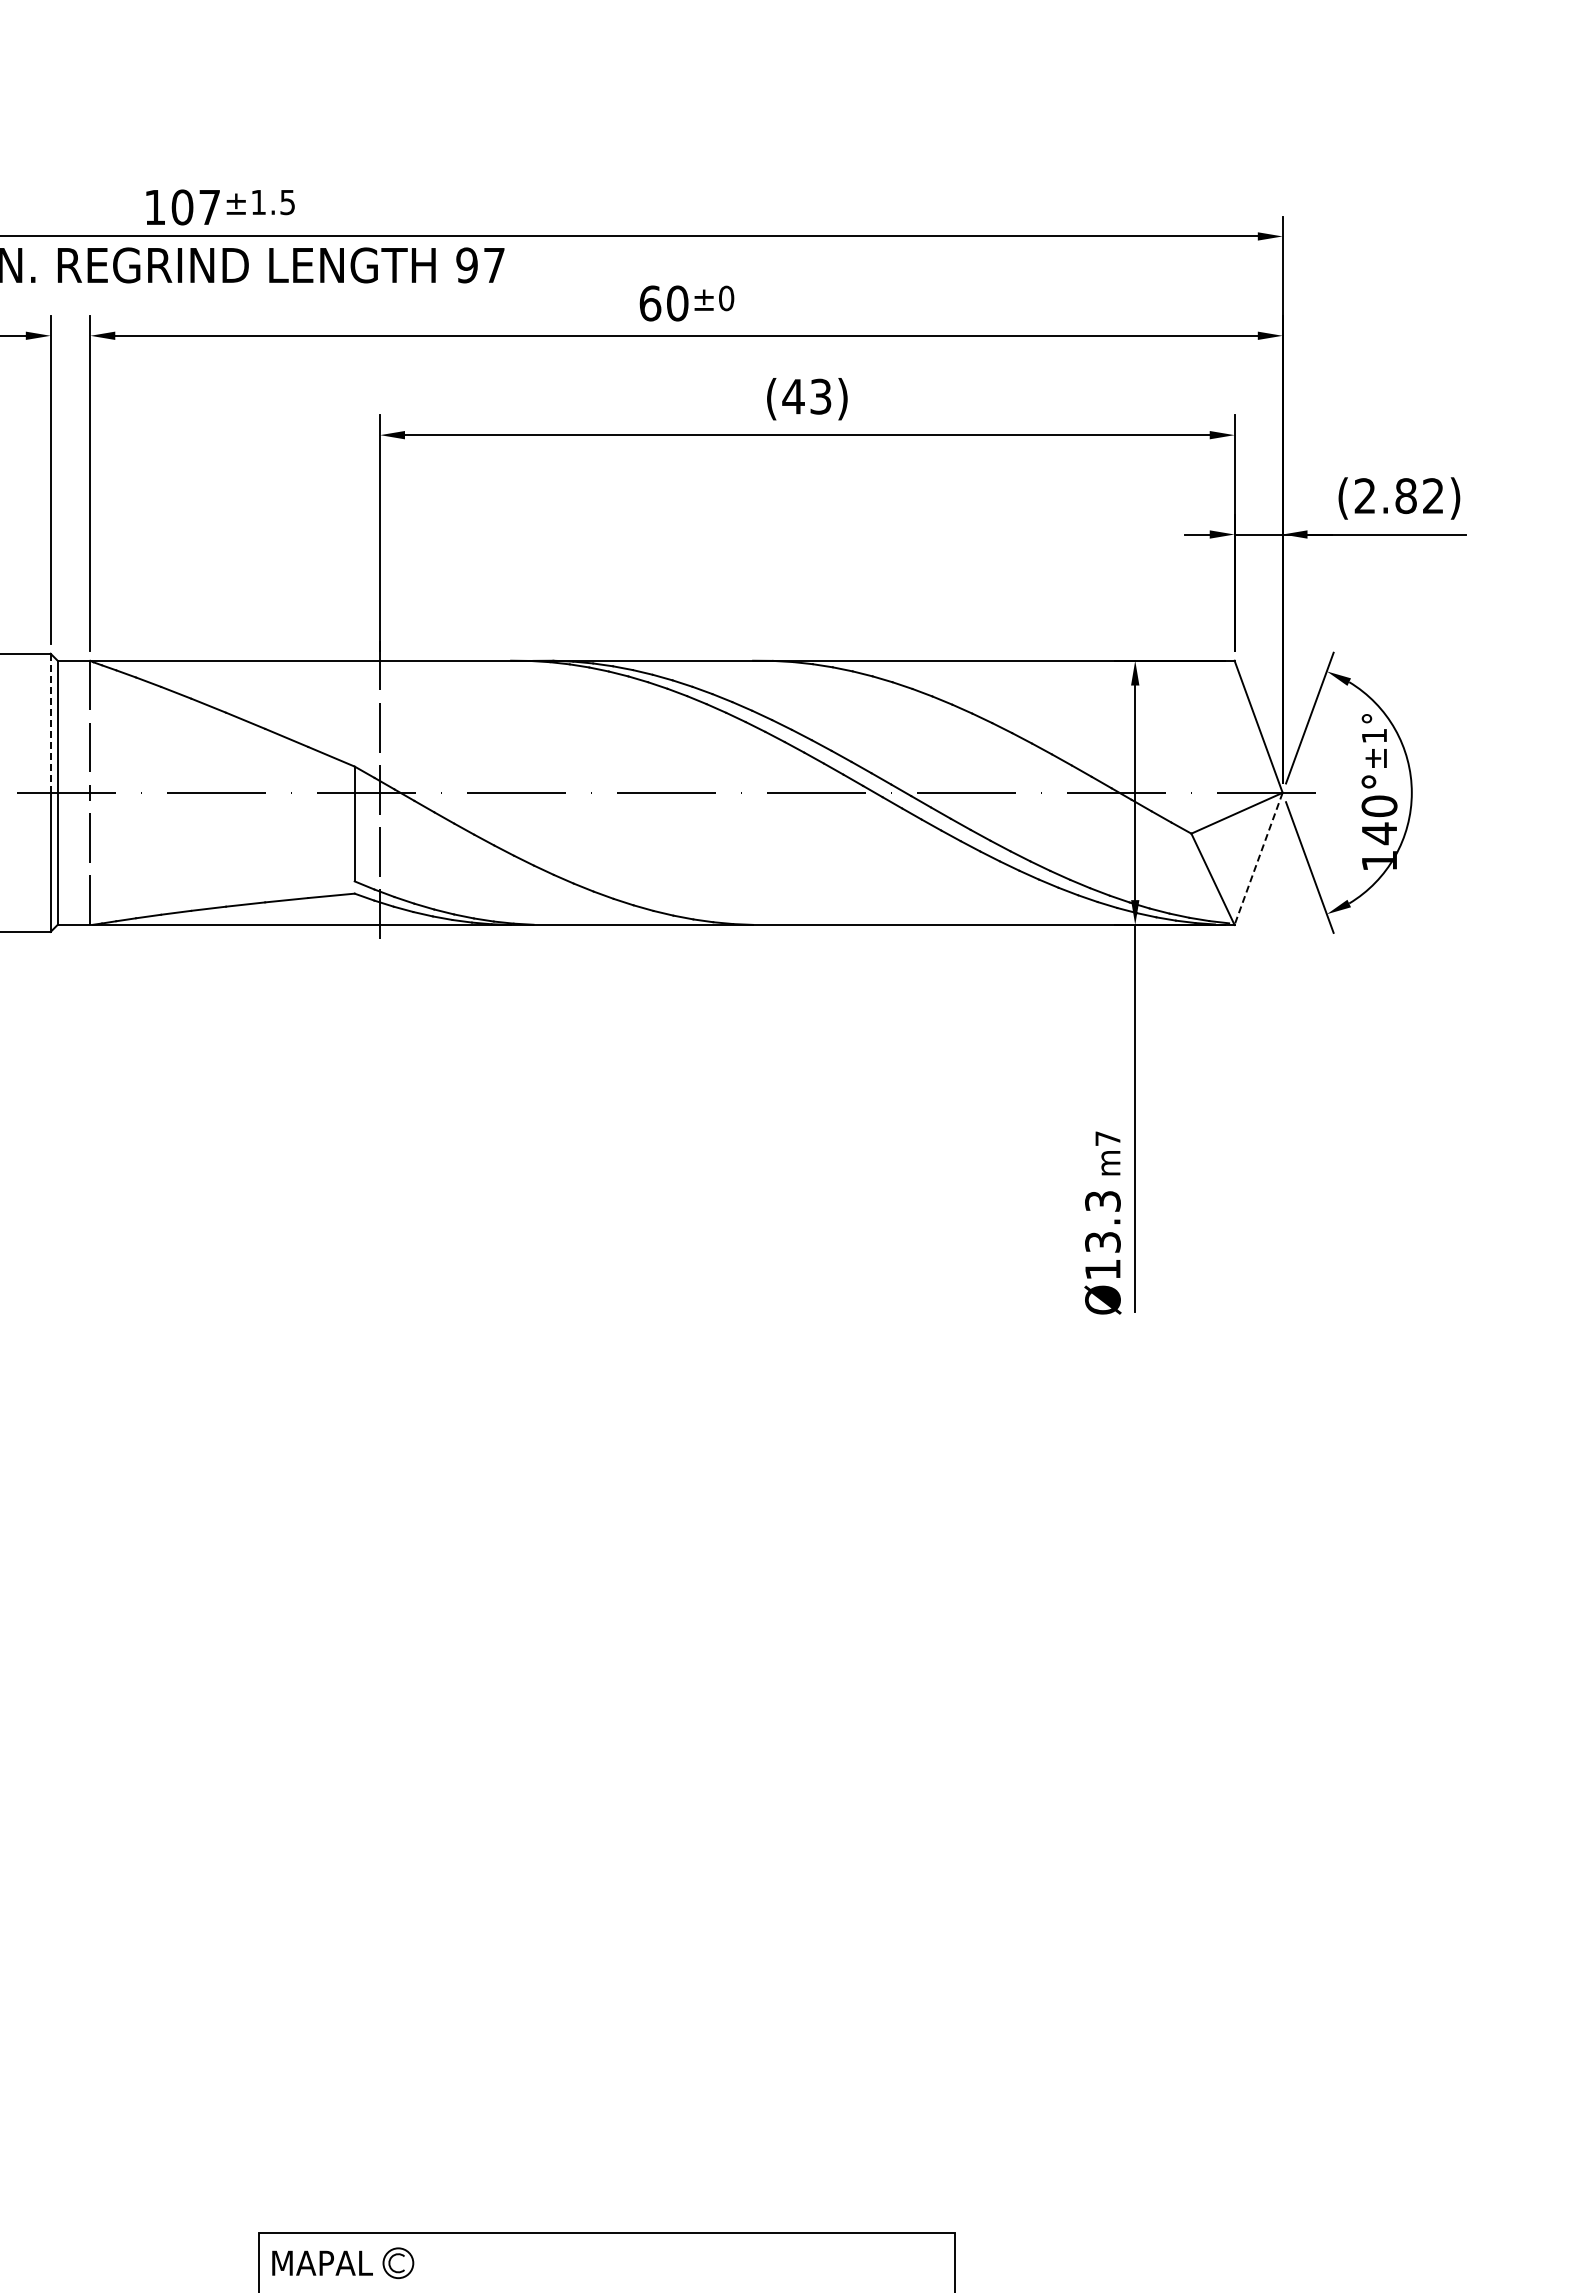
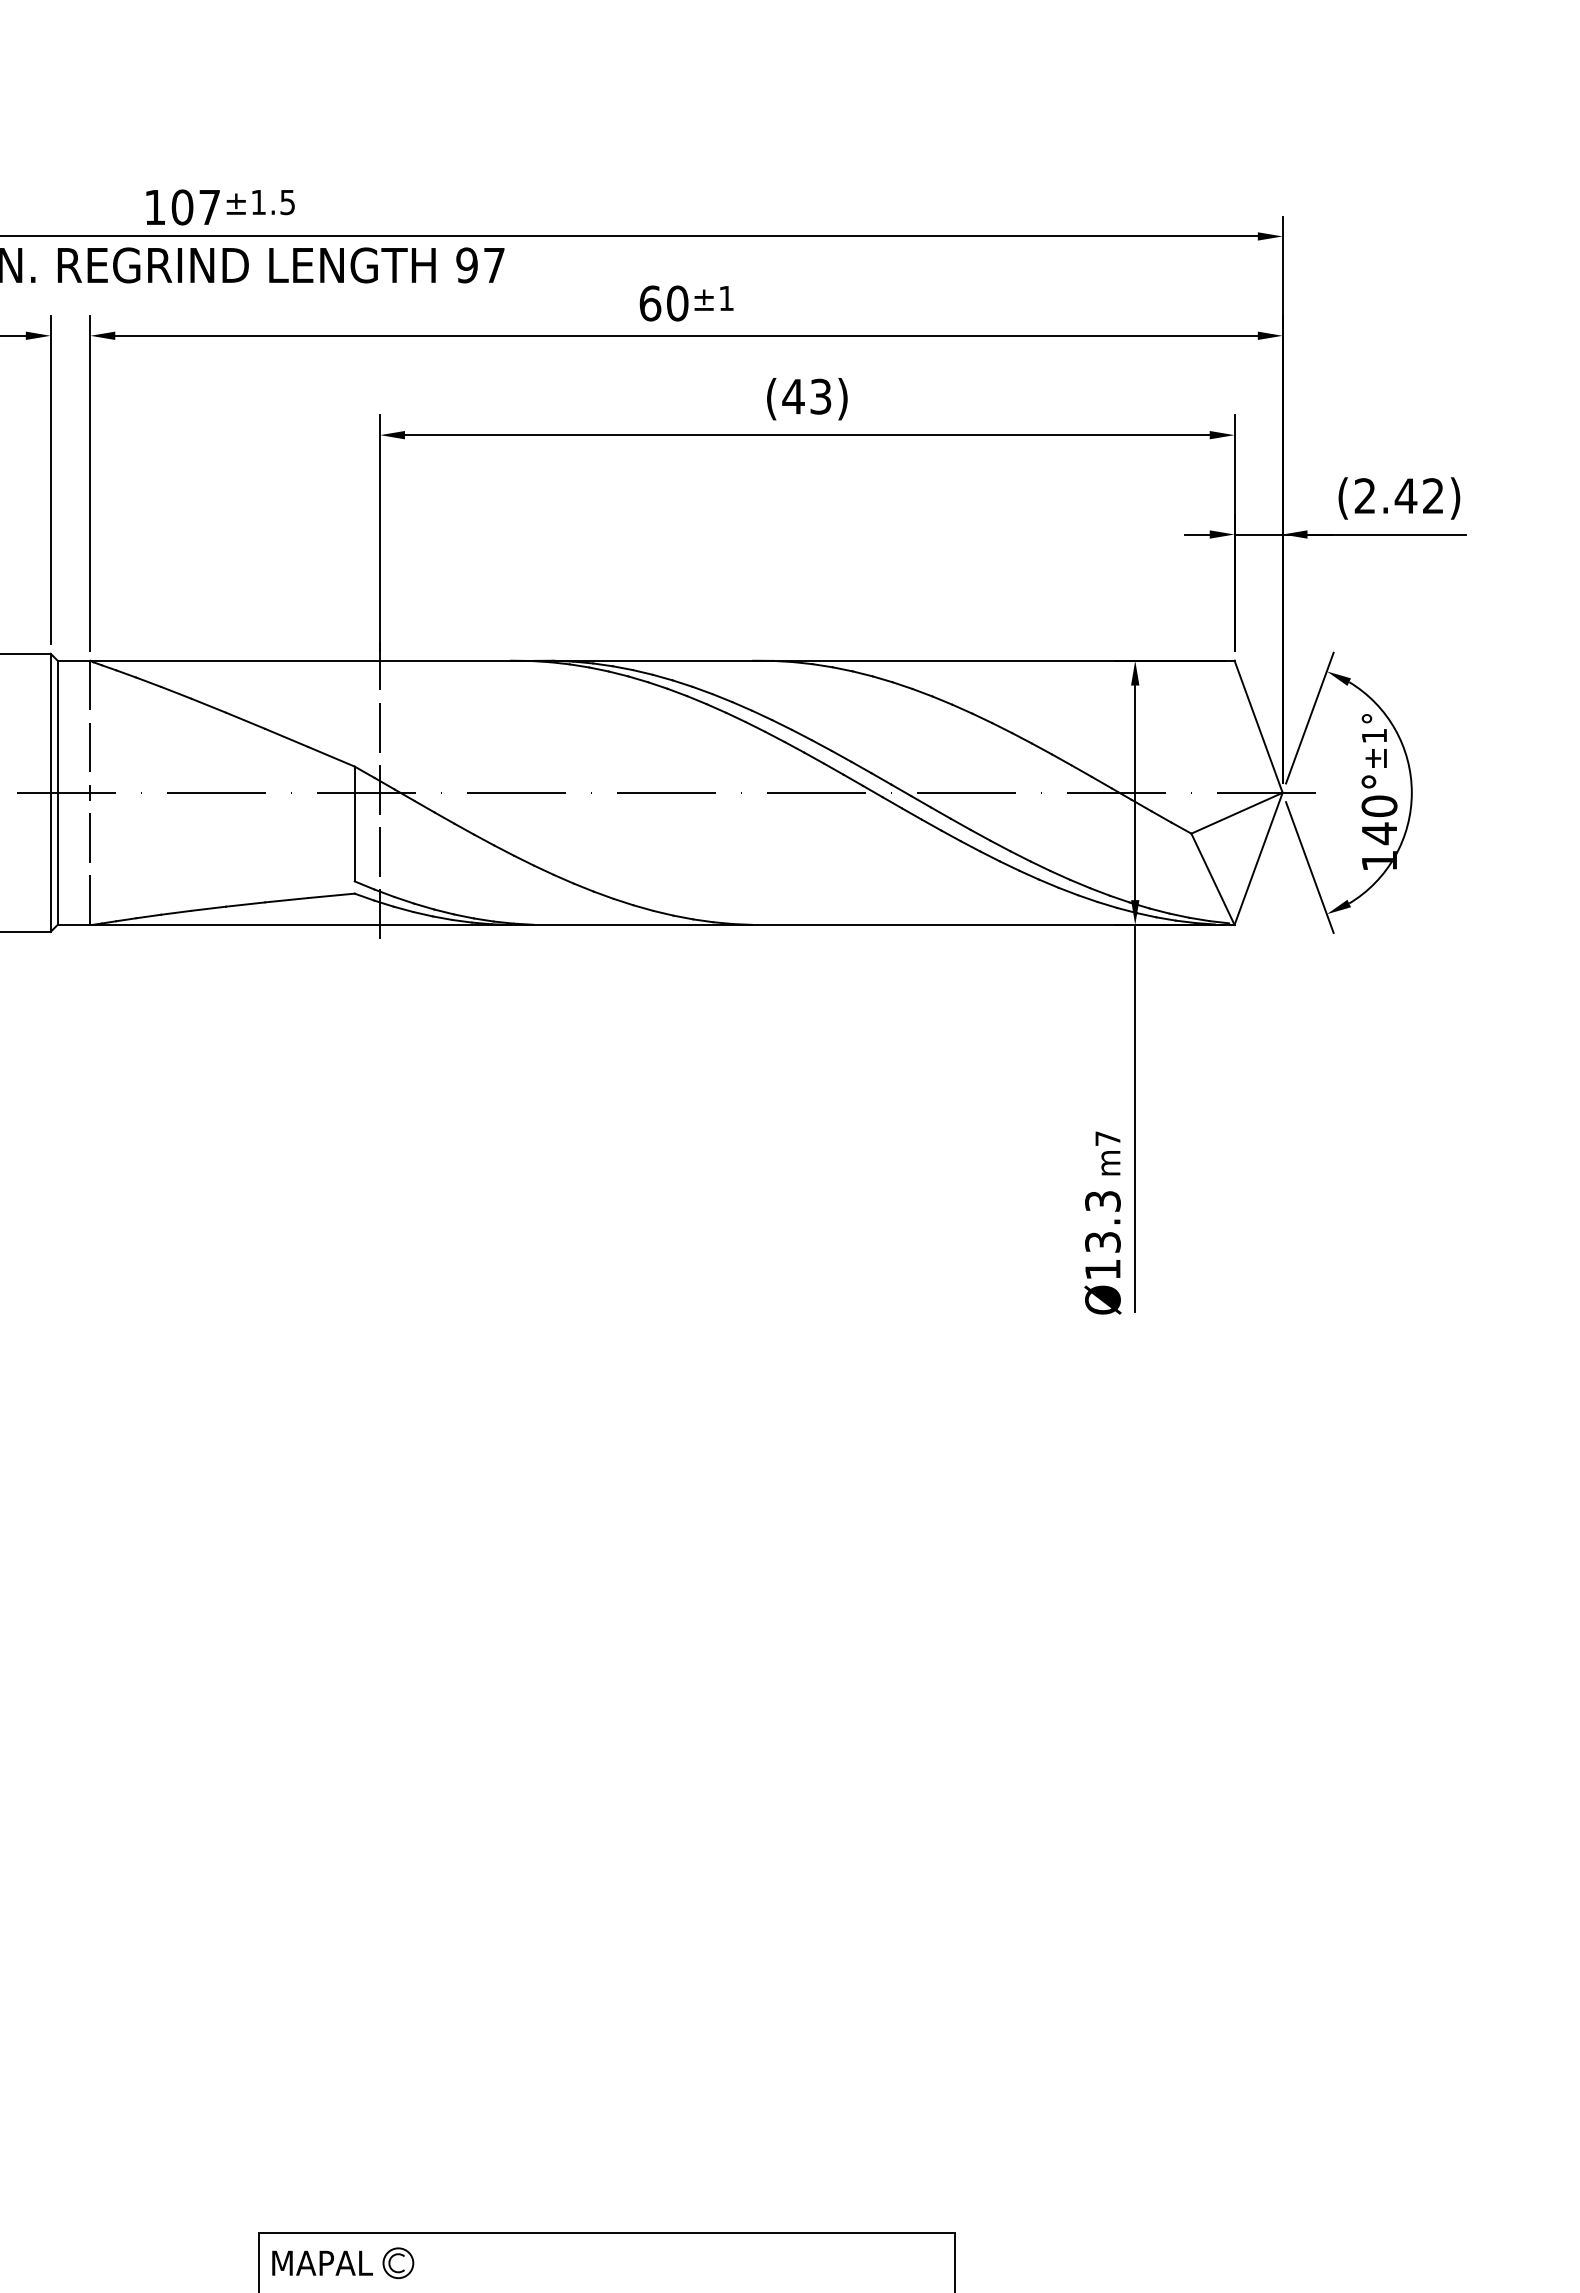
text at (726, 298): ±0 -> ±1
text at (1405, 496): (2.82) -> (2.42)
line at (50, 723): dashed -> solid
line at (1258, 859): dashed -> solid
